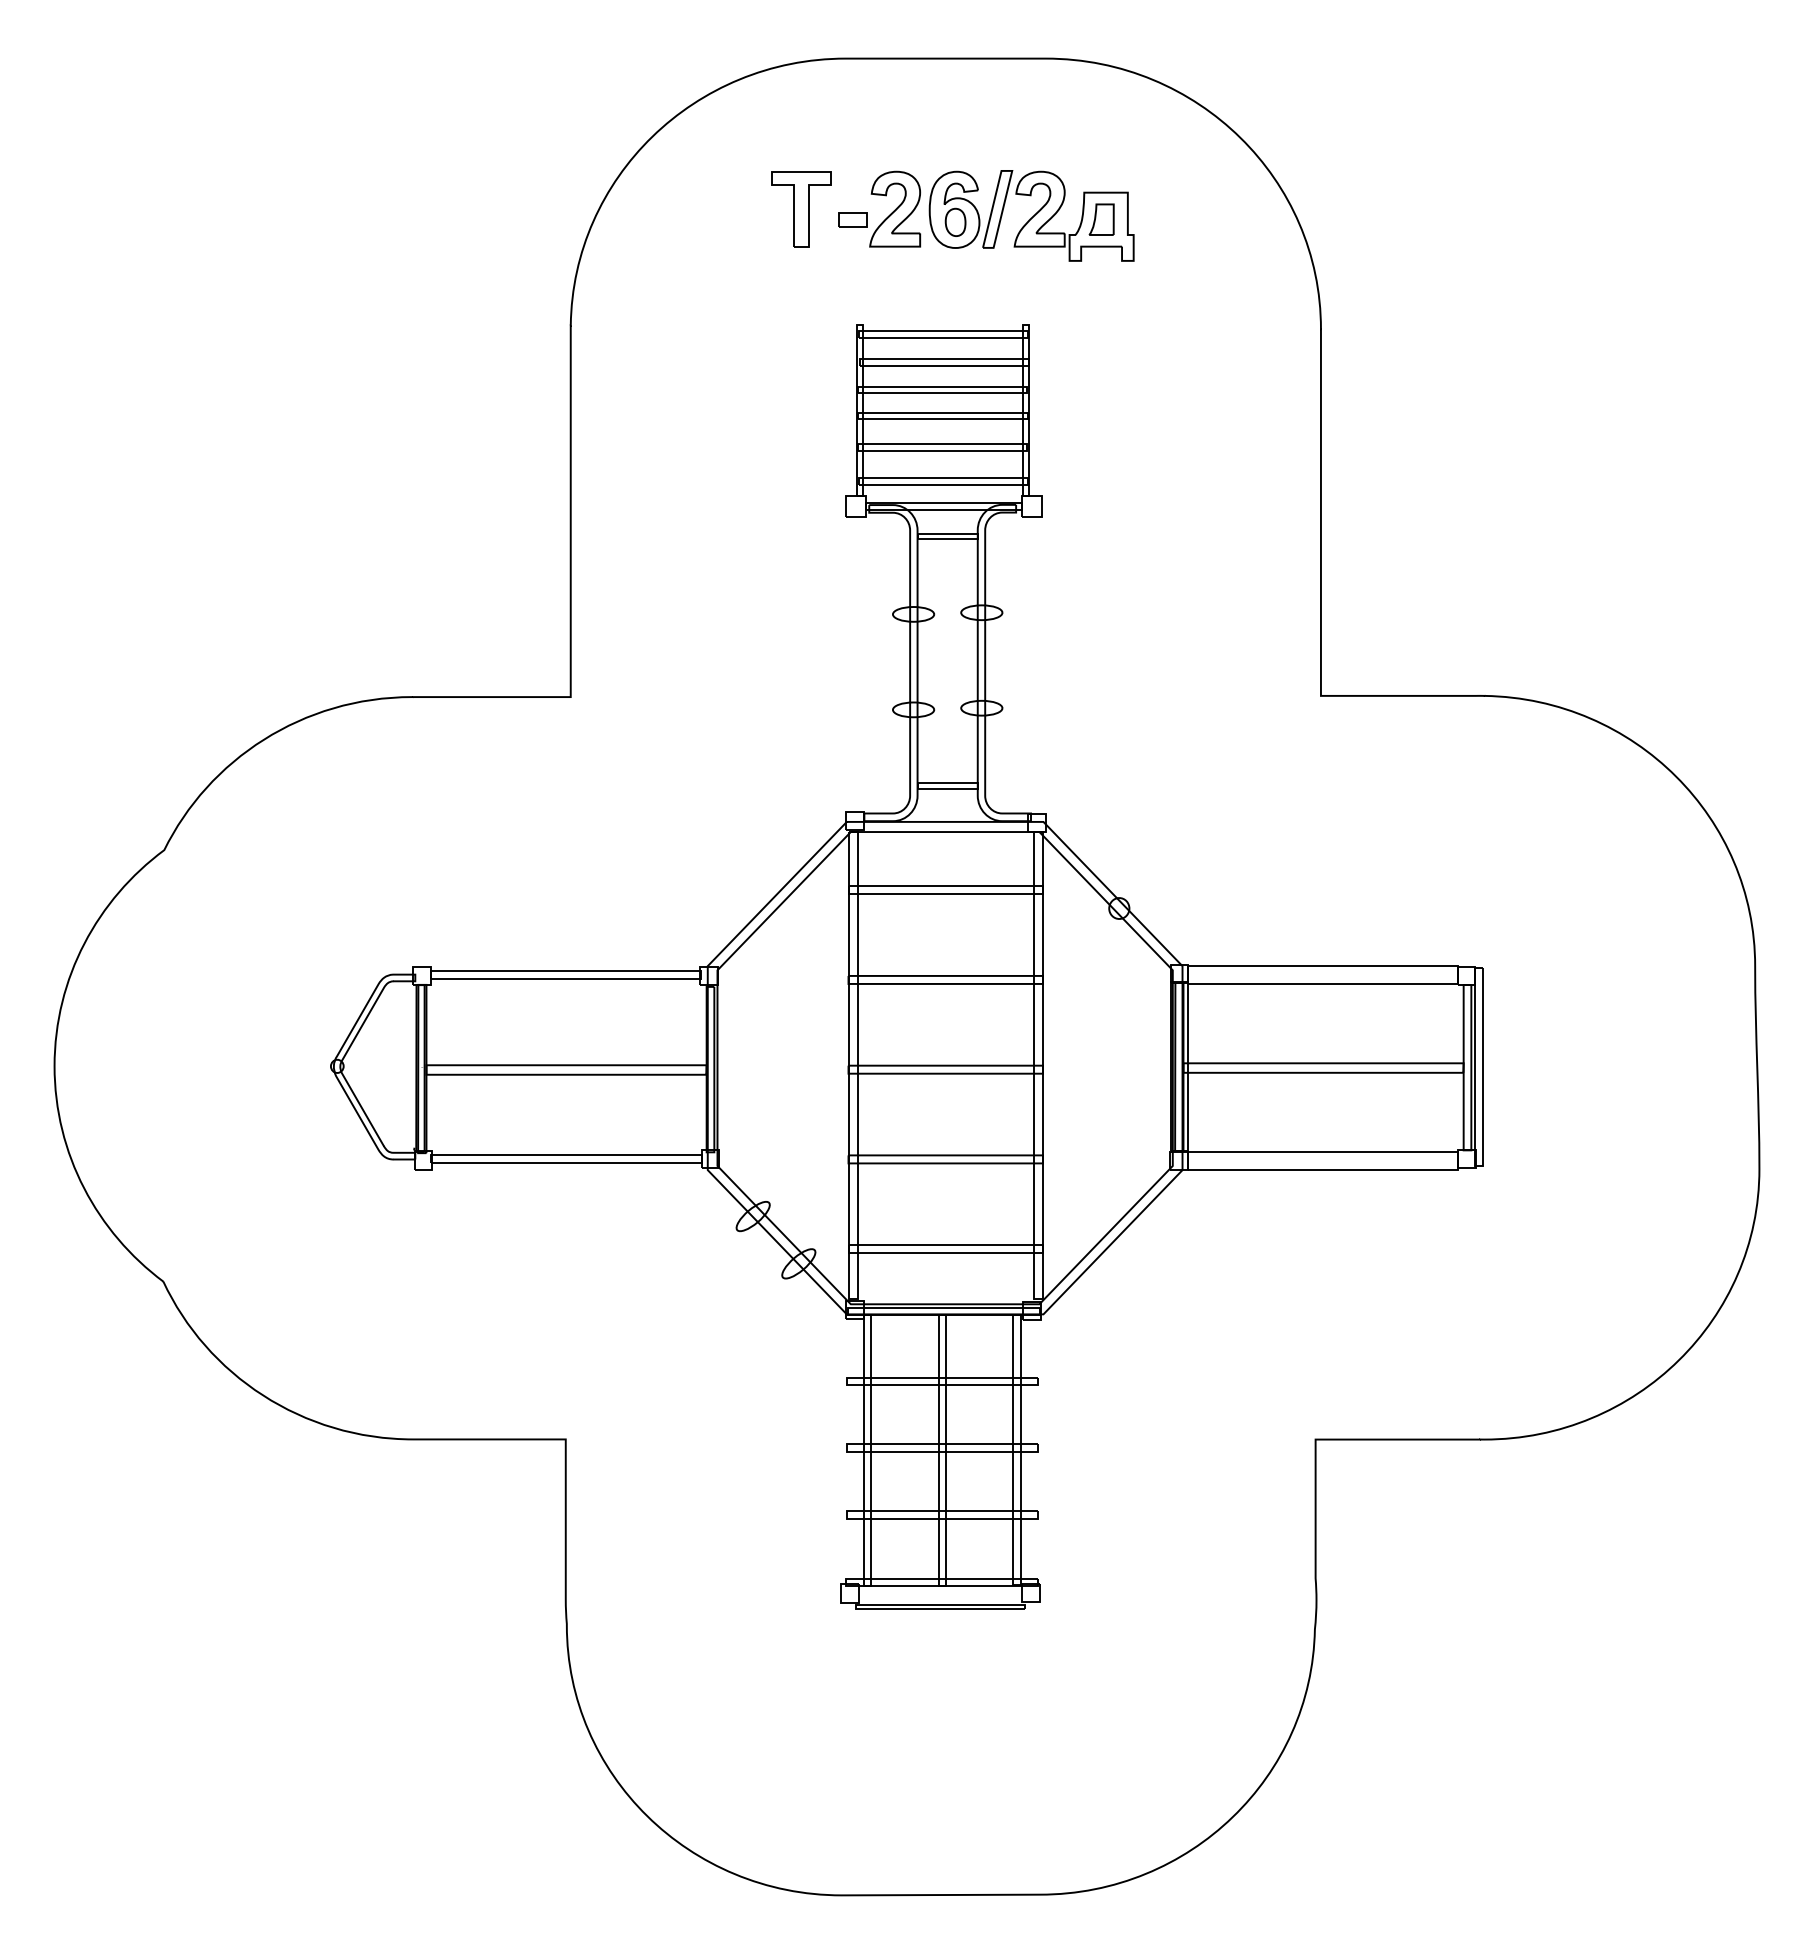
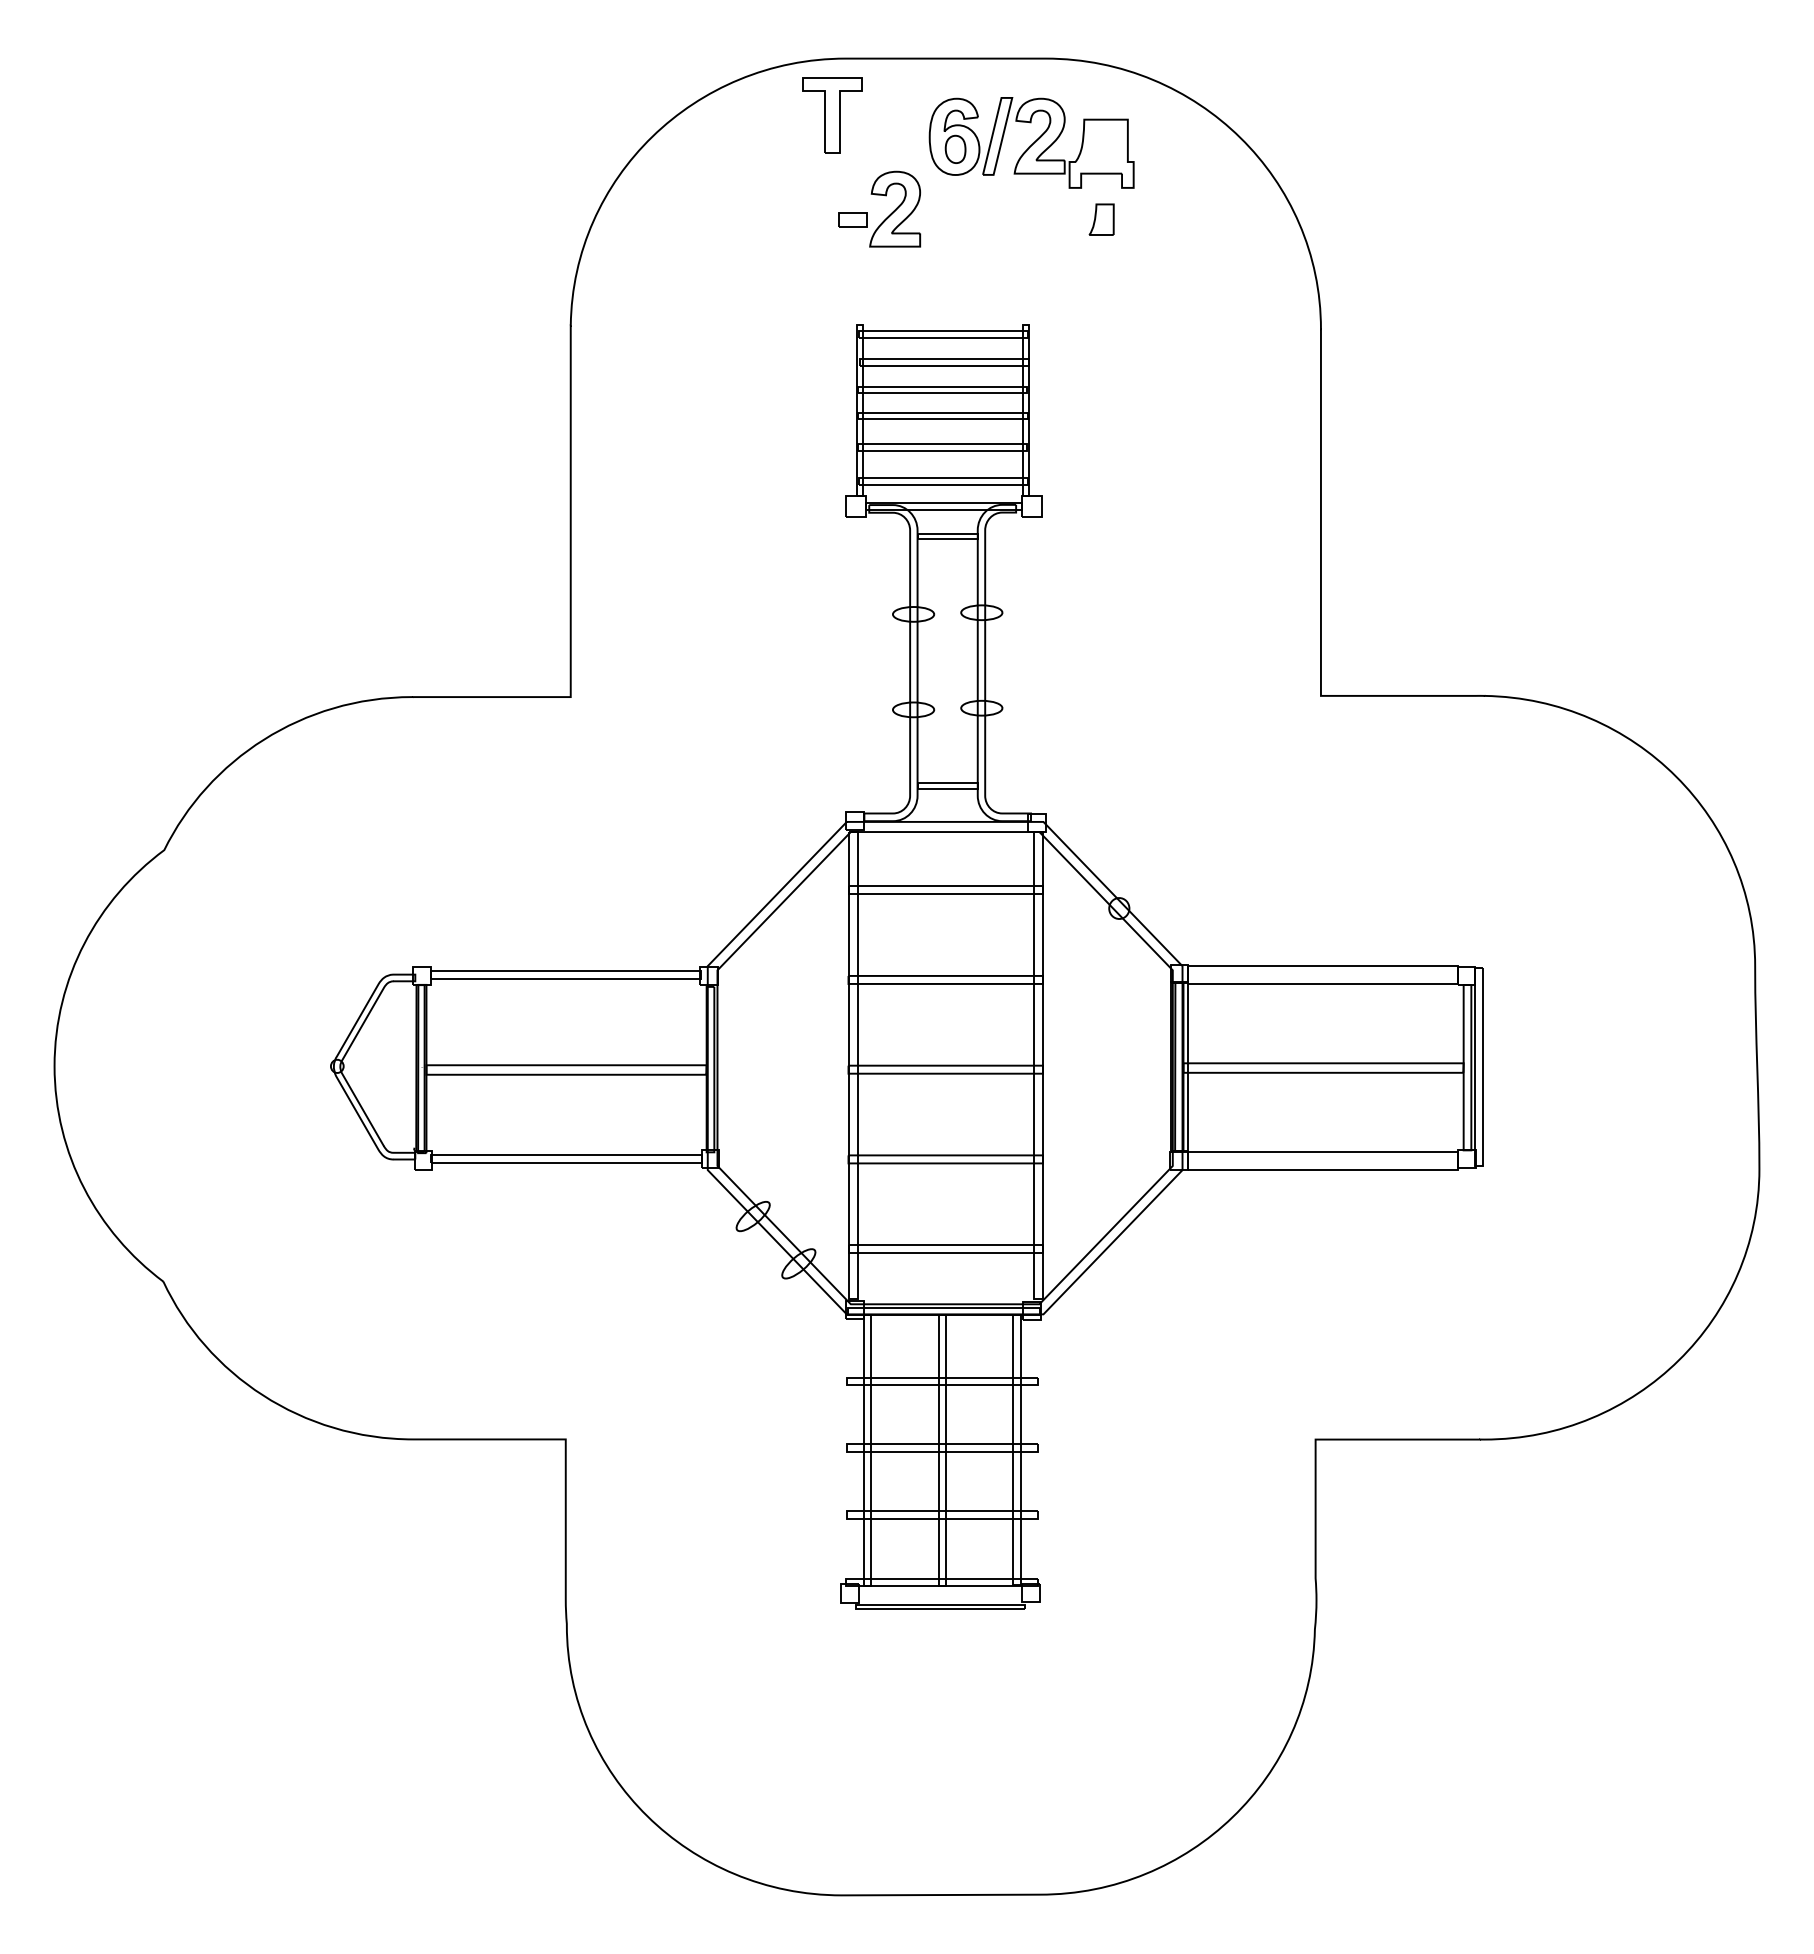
part at (801, 209) position: (801, 209) -> (832, 115)
part at (1031, 215) position: (1031, 215) -> (1031, 142)
